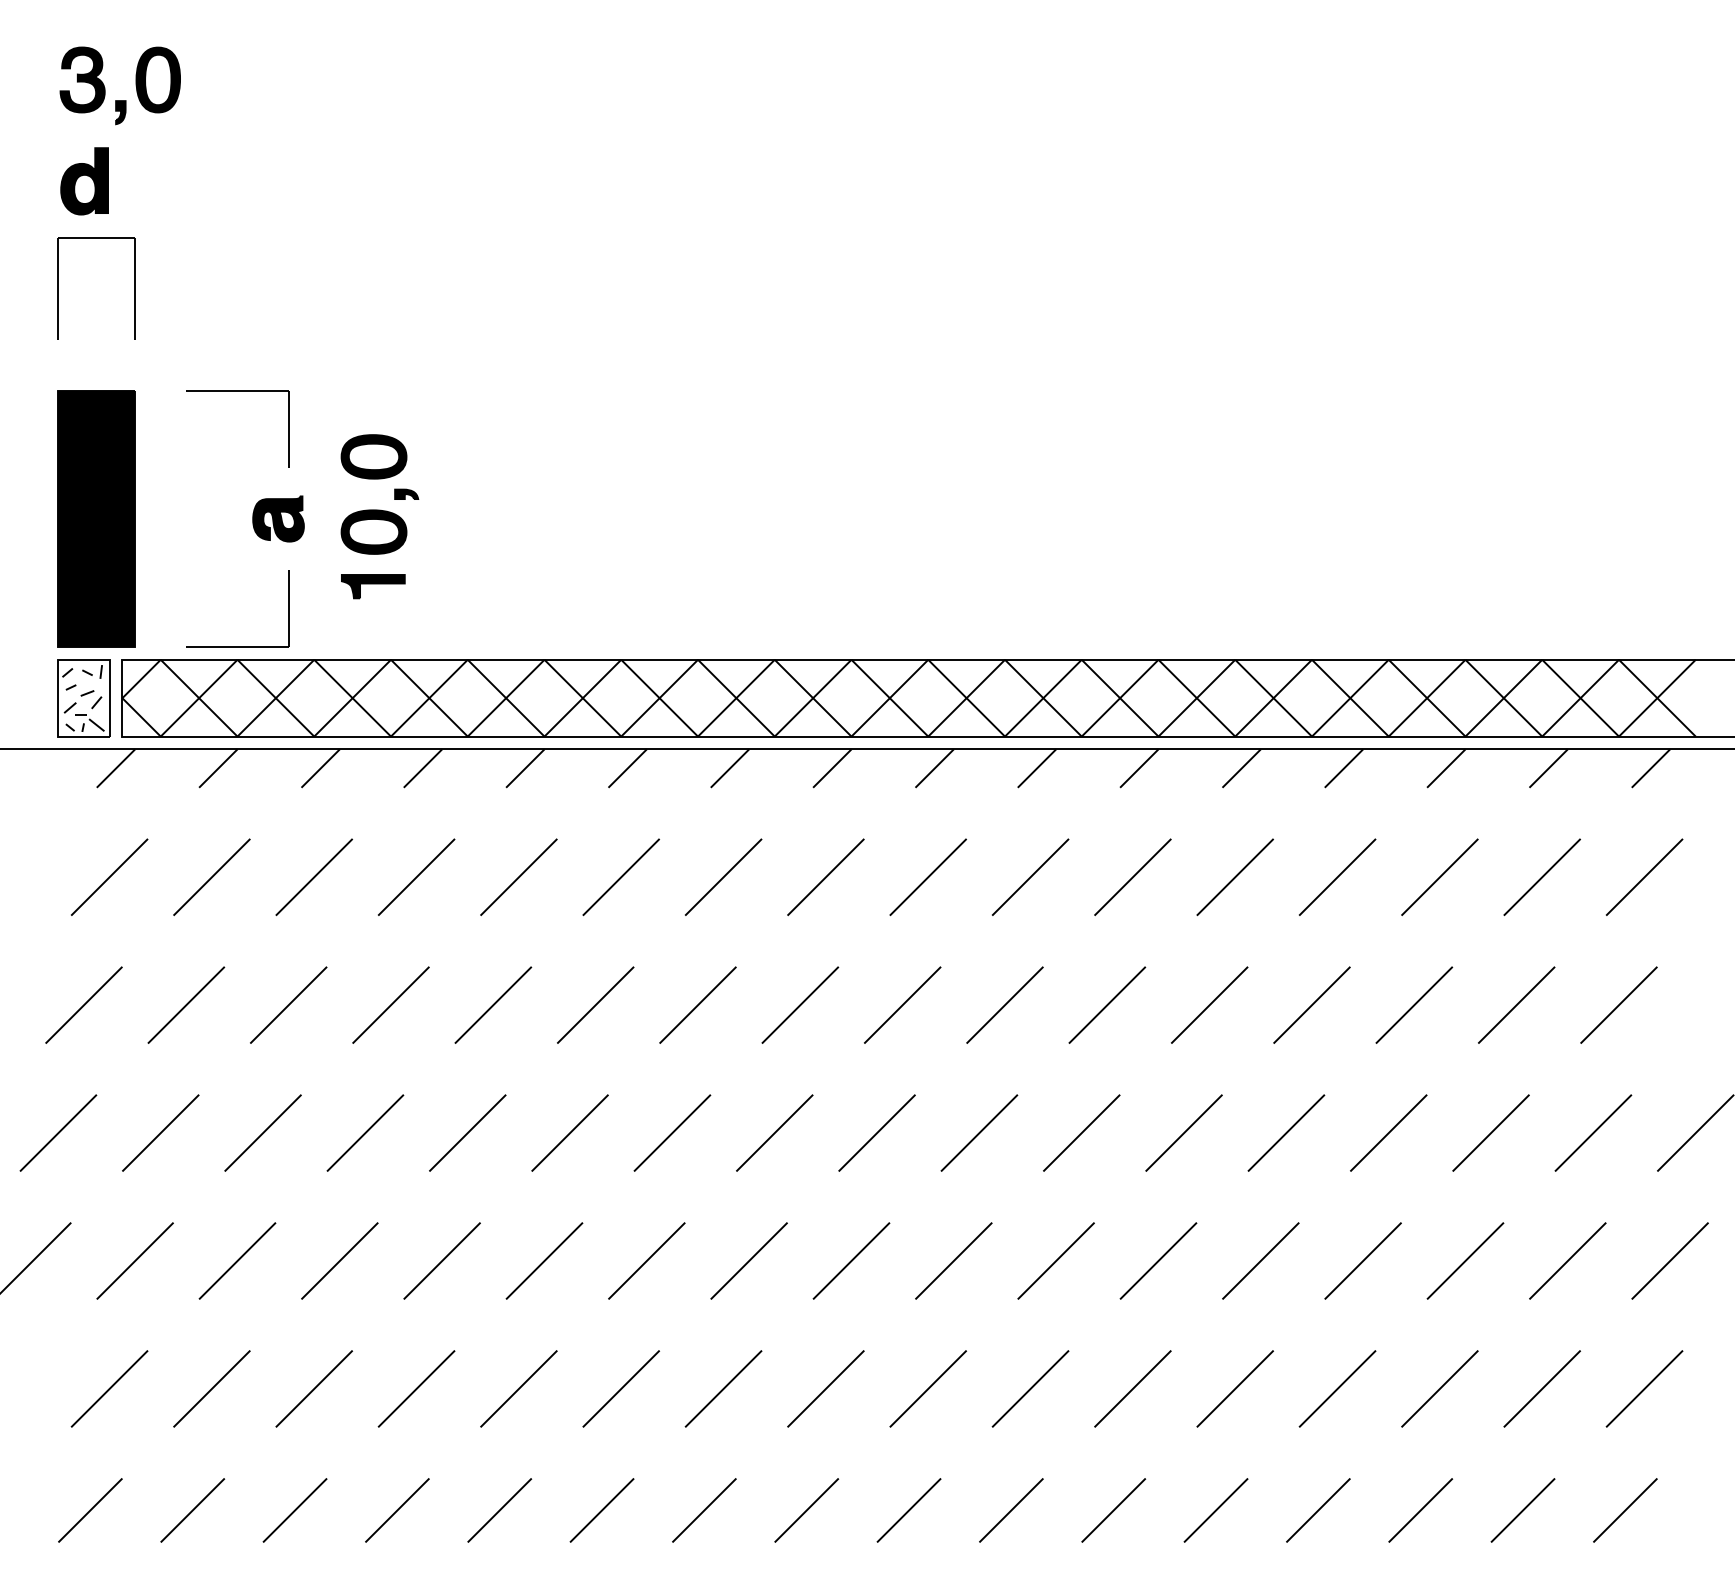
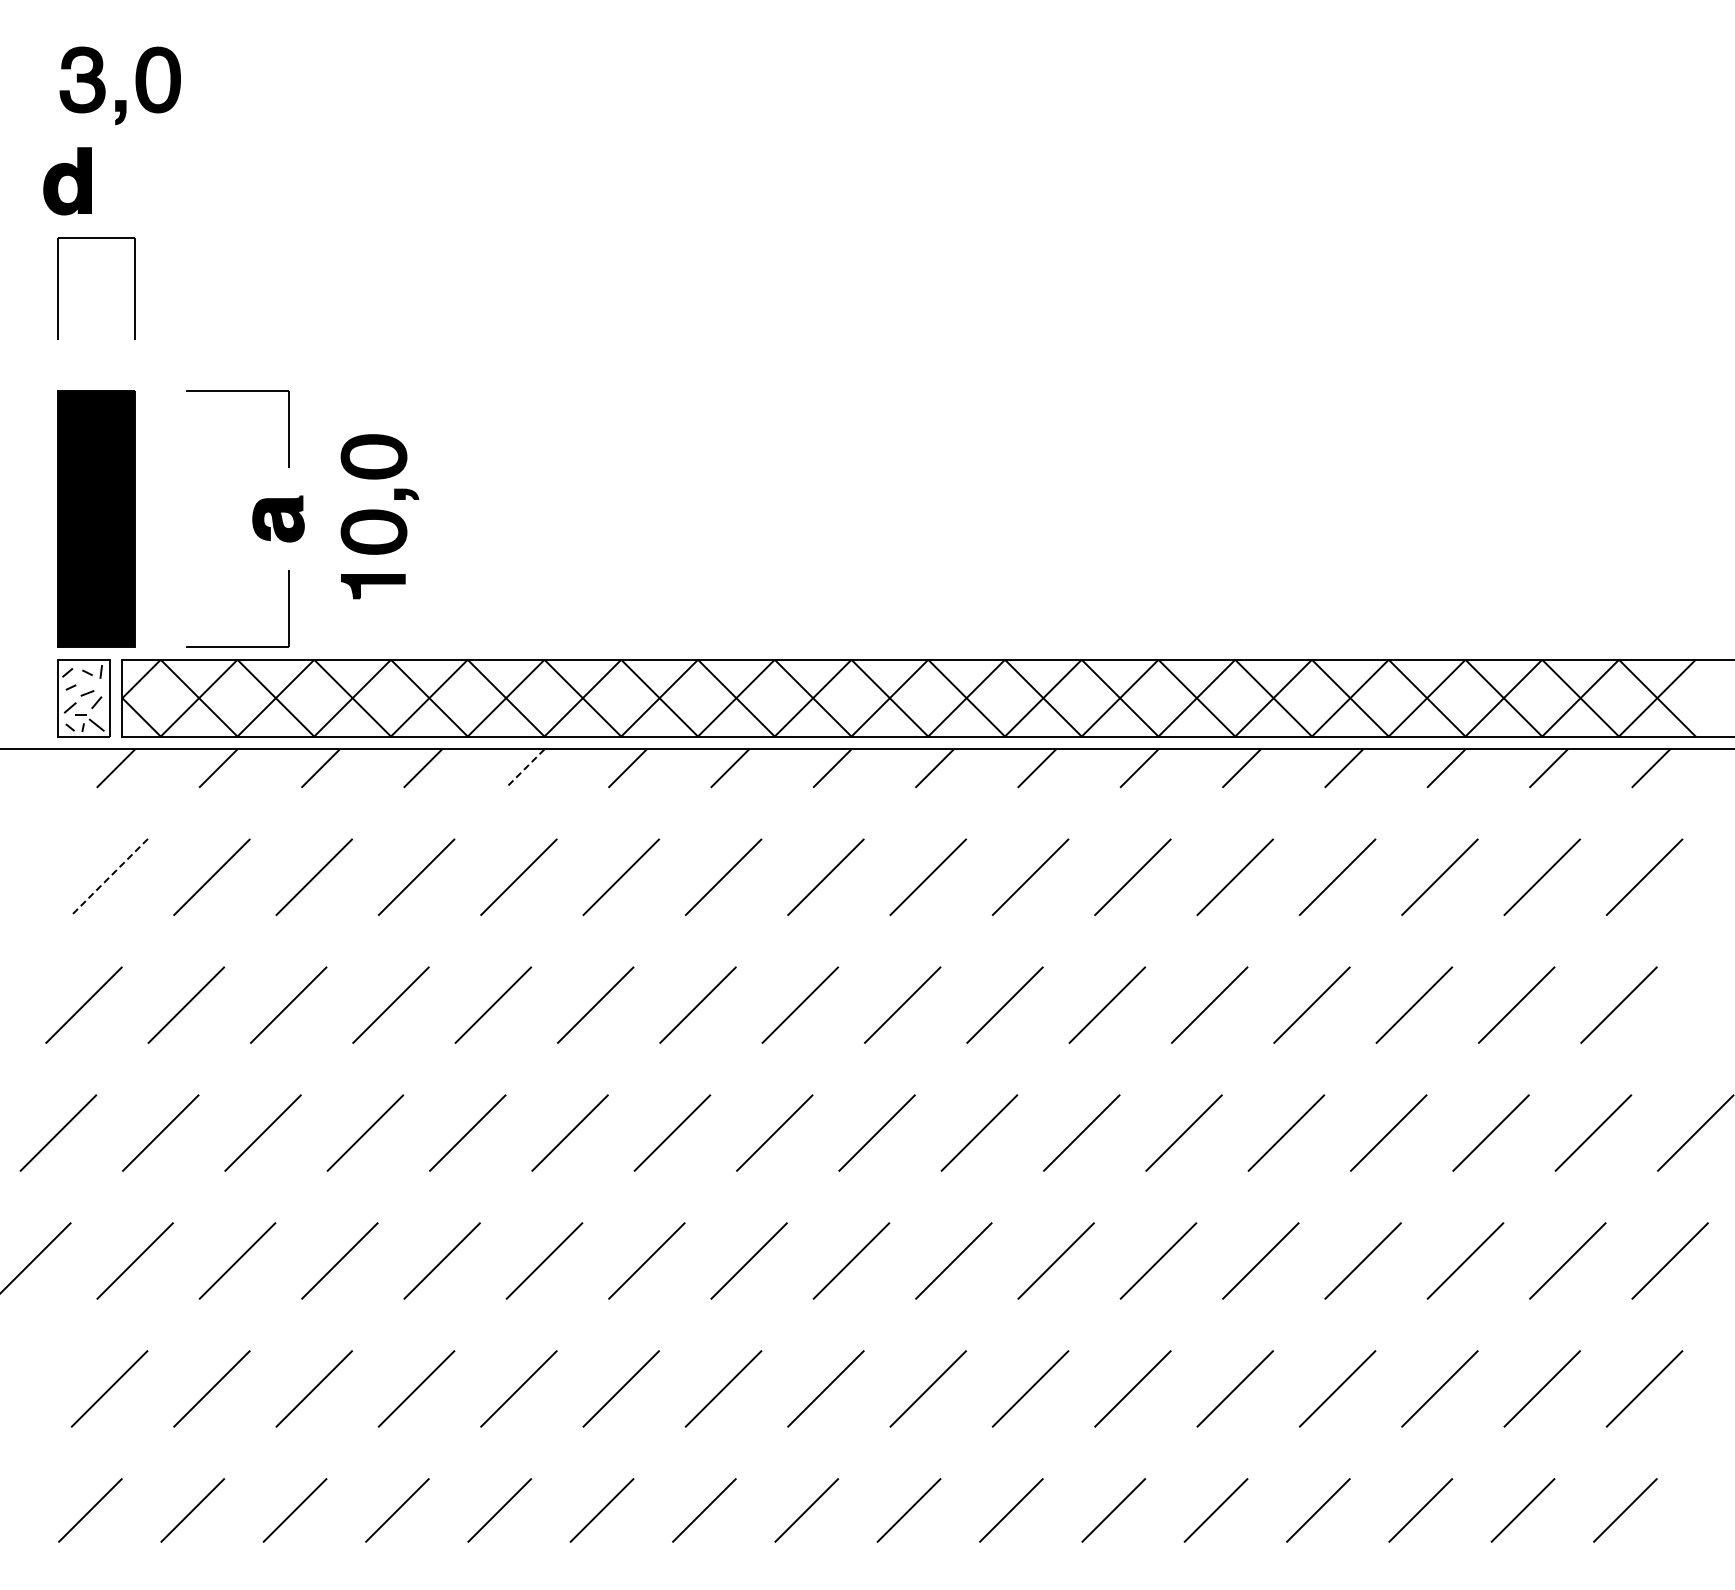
part at (84, 181) position: (84, 181) -> (67, 181)
line at (524, 768): solid -> dashed
line at (109, 877): solid -> dashed
